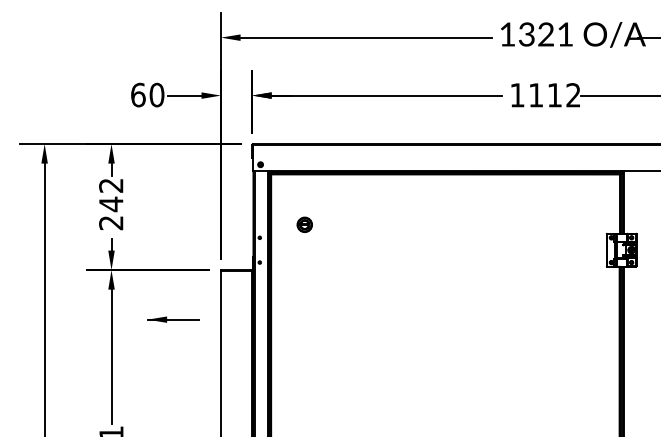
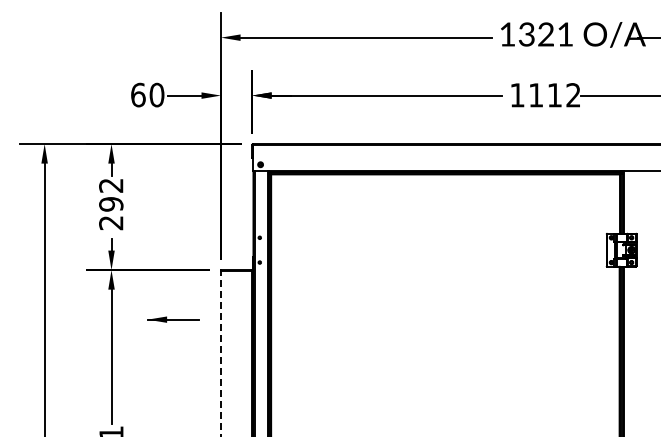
text at (111, 204): 242 -> 292
part at (304, 224): present -> none
line at (221, 354): solid -> dashed
